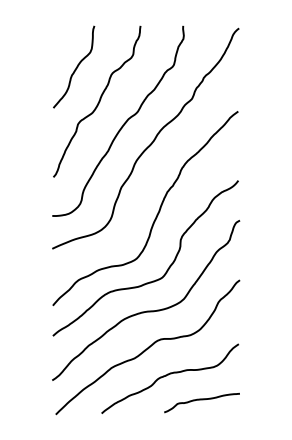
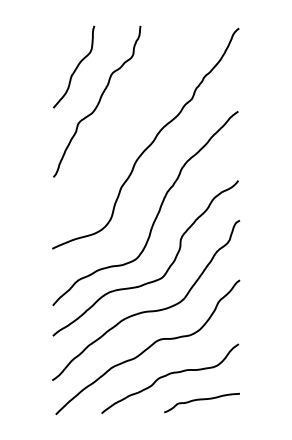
curve at (123, 123): present -> none
